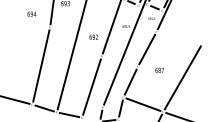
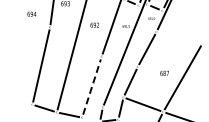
text at (93, 36) position: (93, 36) -> (94, 24)
text at (159, 69) position: (159, 69) -> (164, 72)
line at (91, 87): solid -> dashed
line at (15, 99): present -> none
